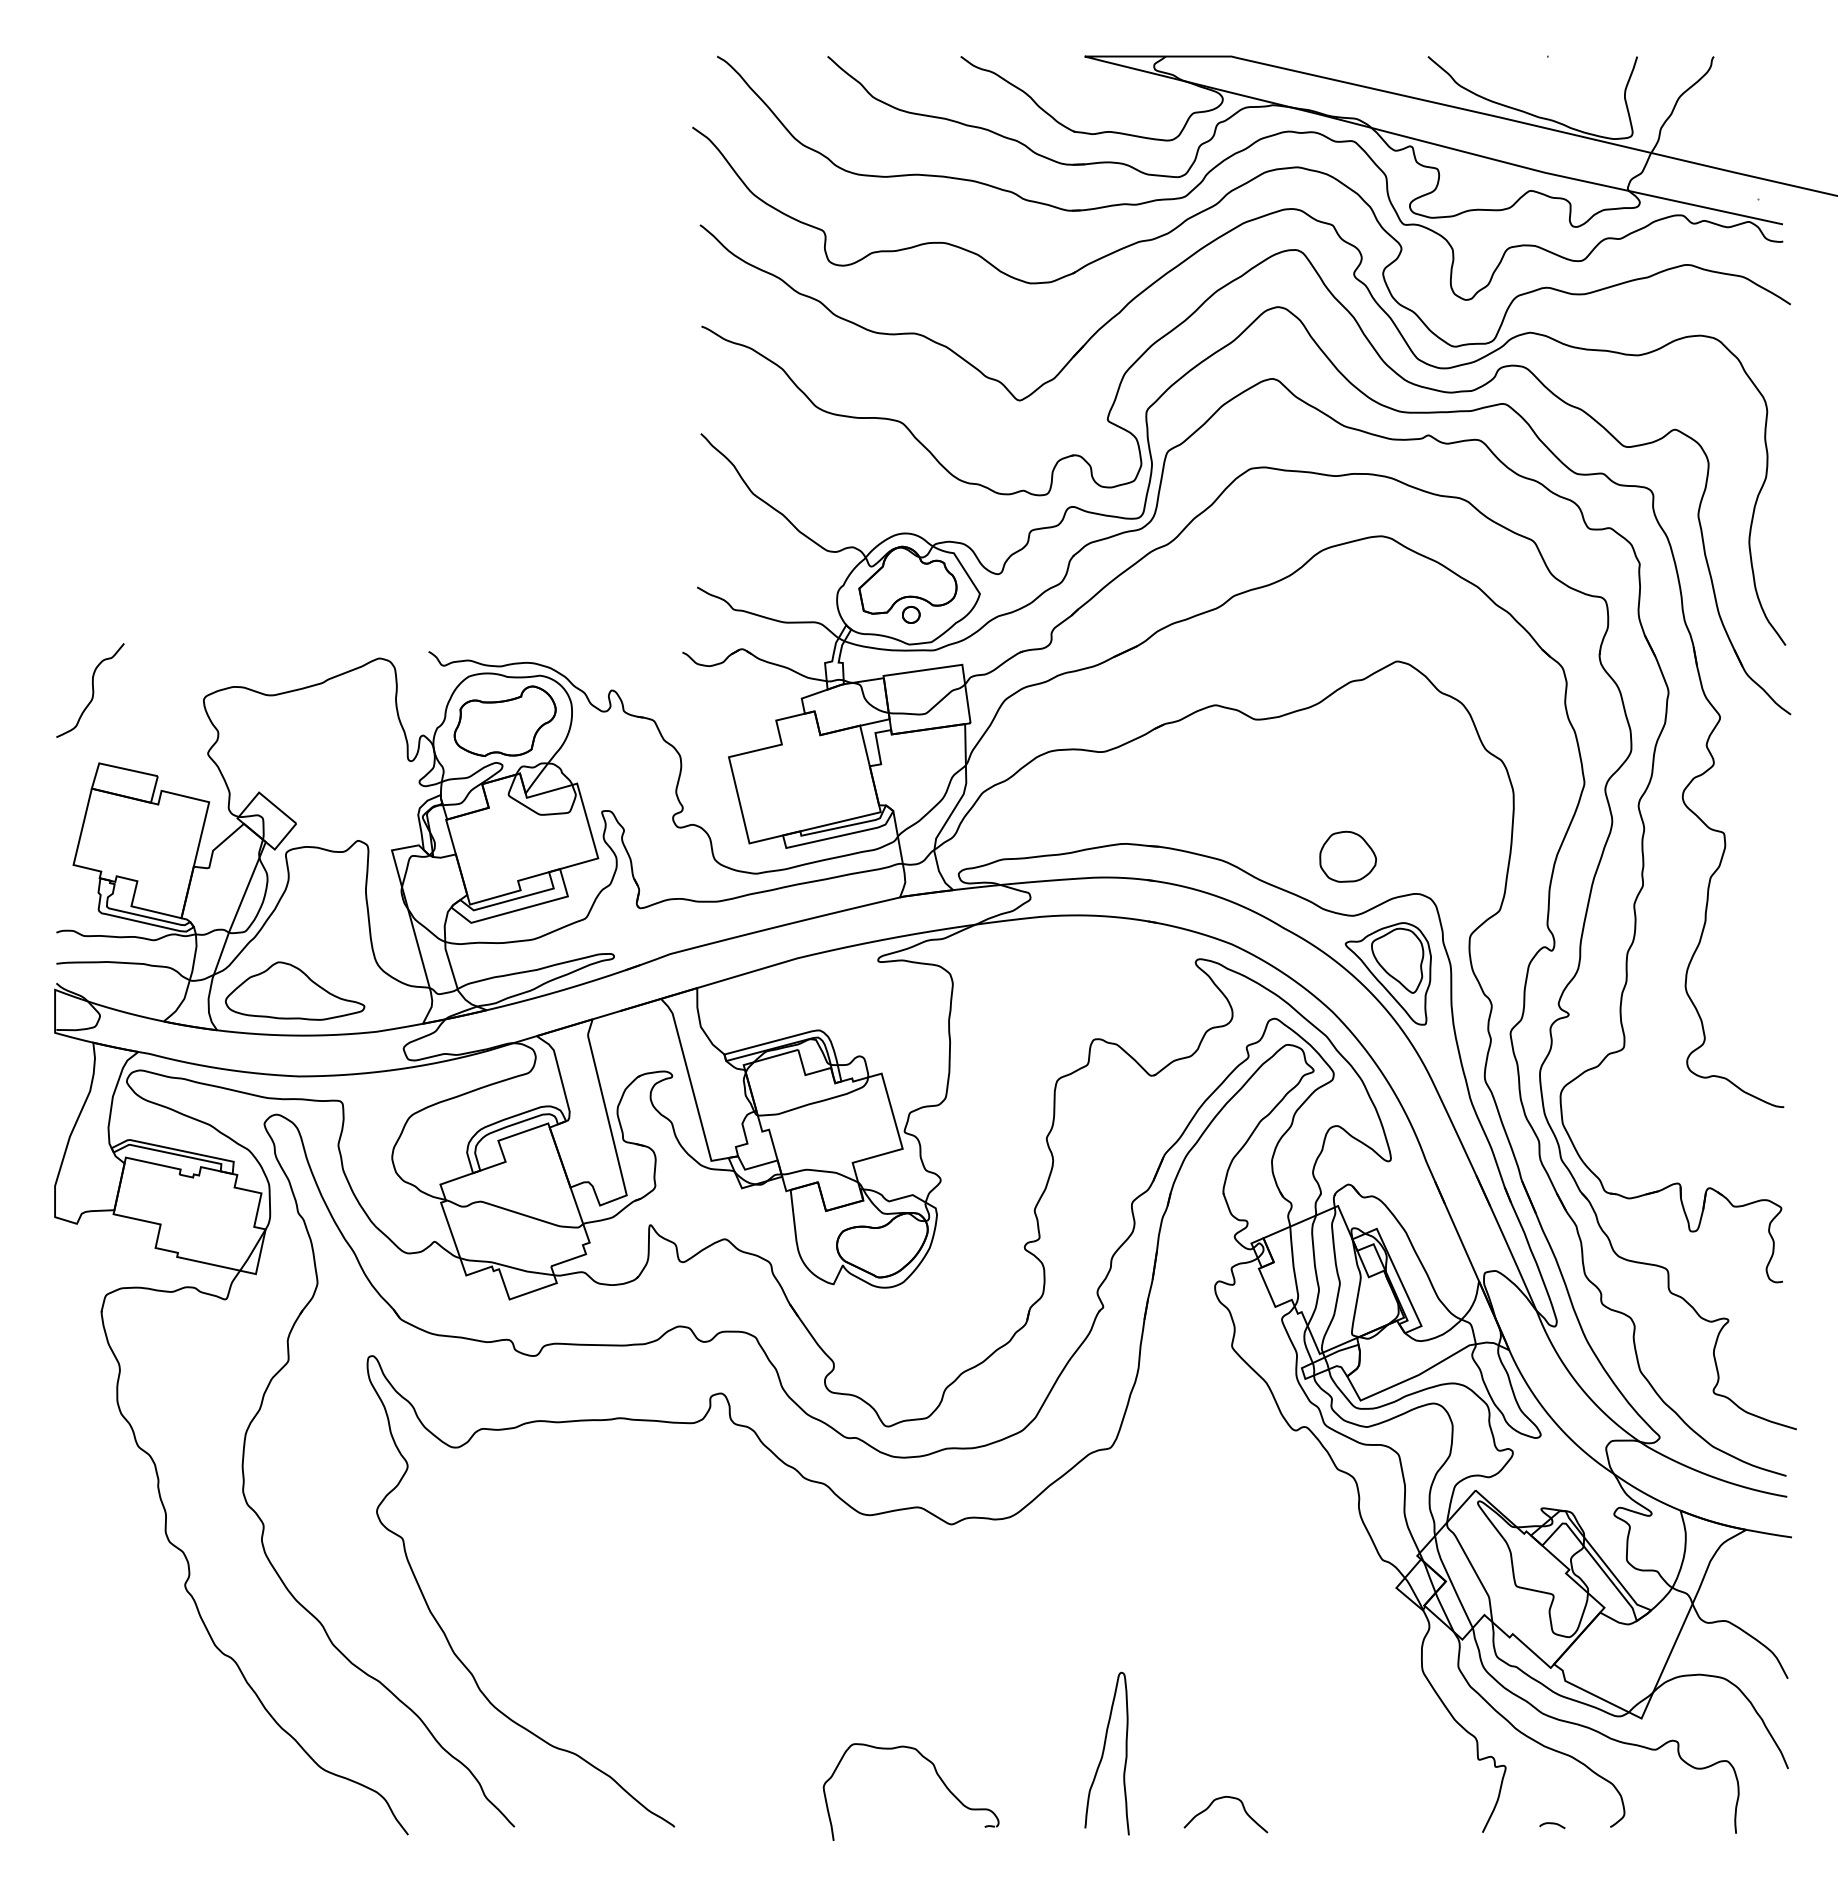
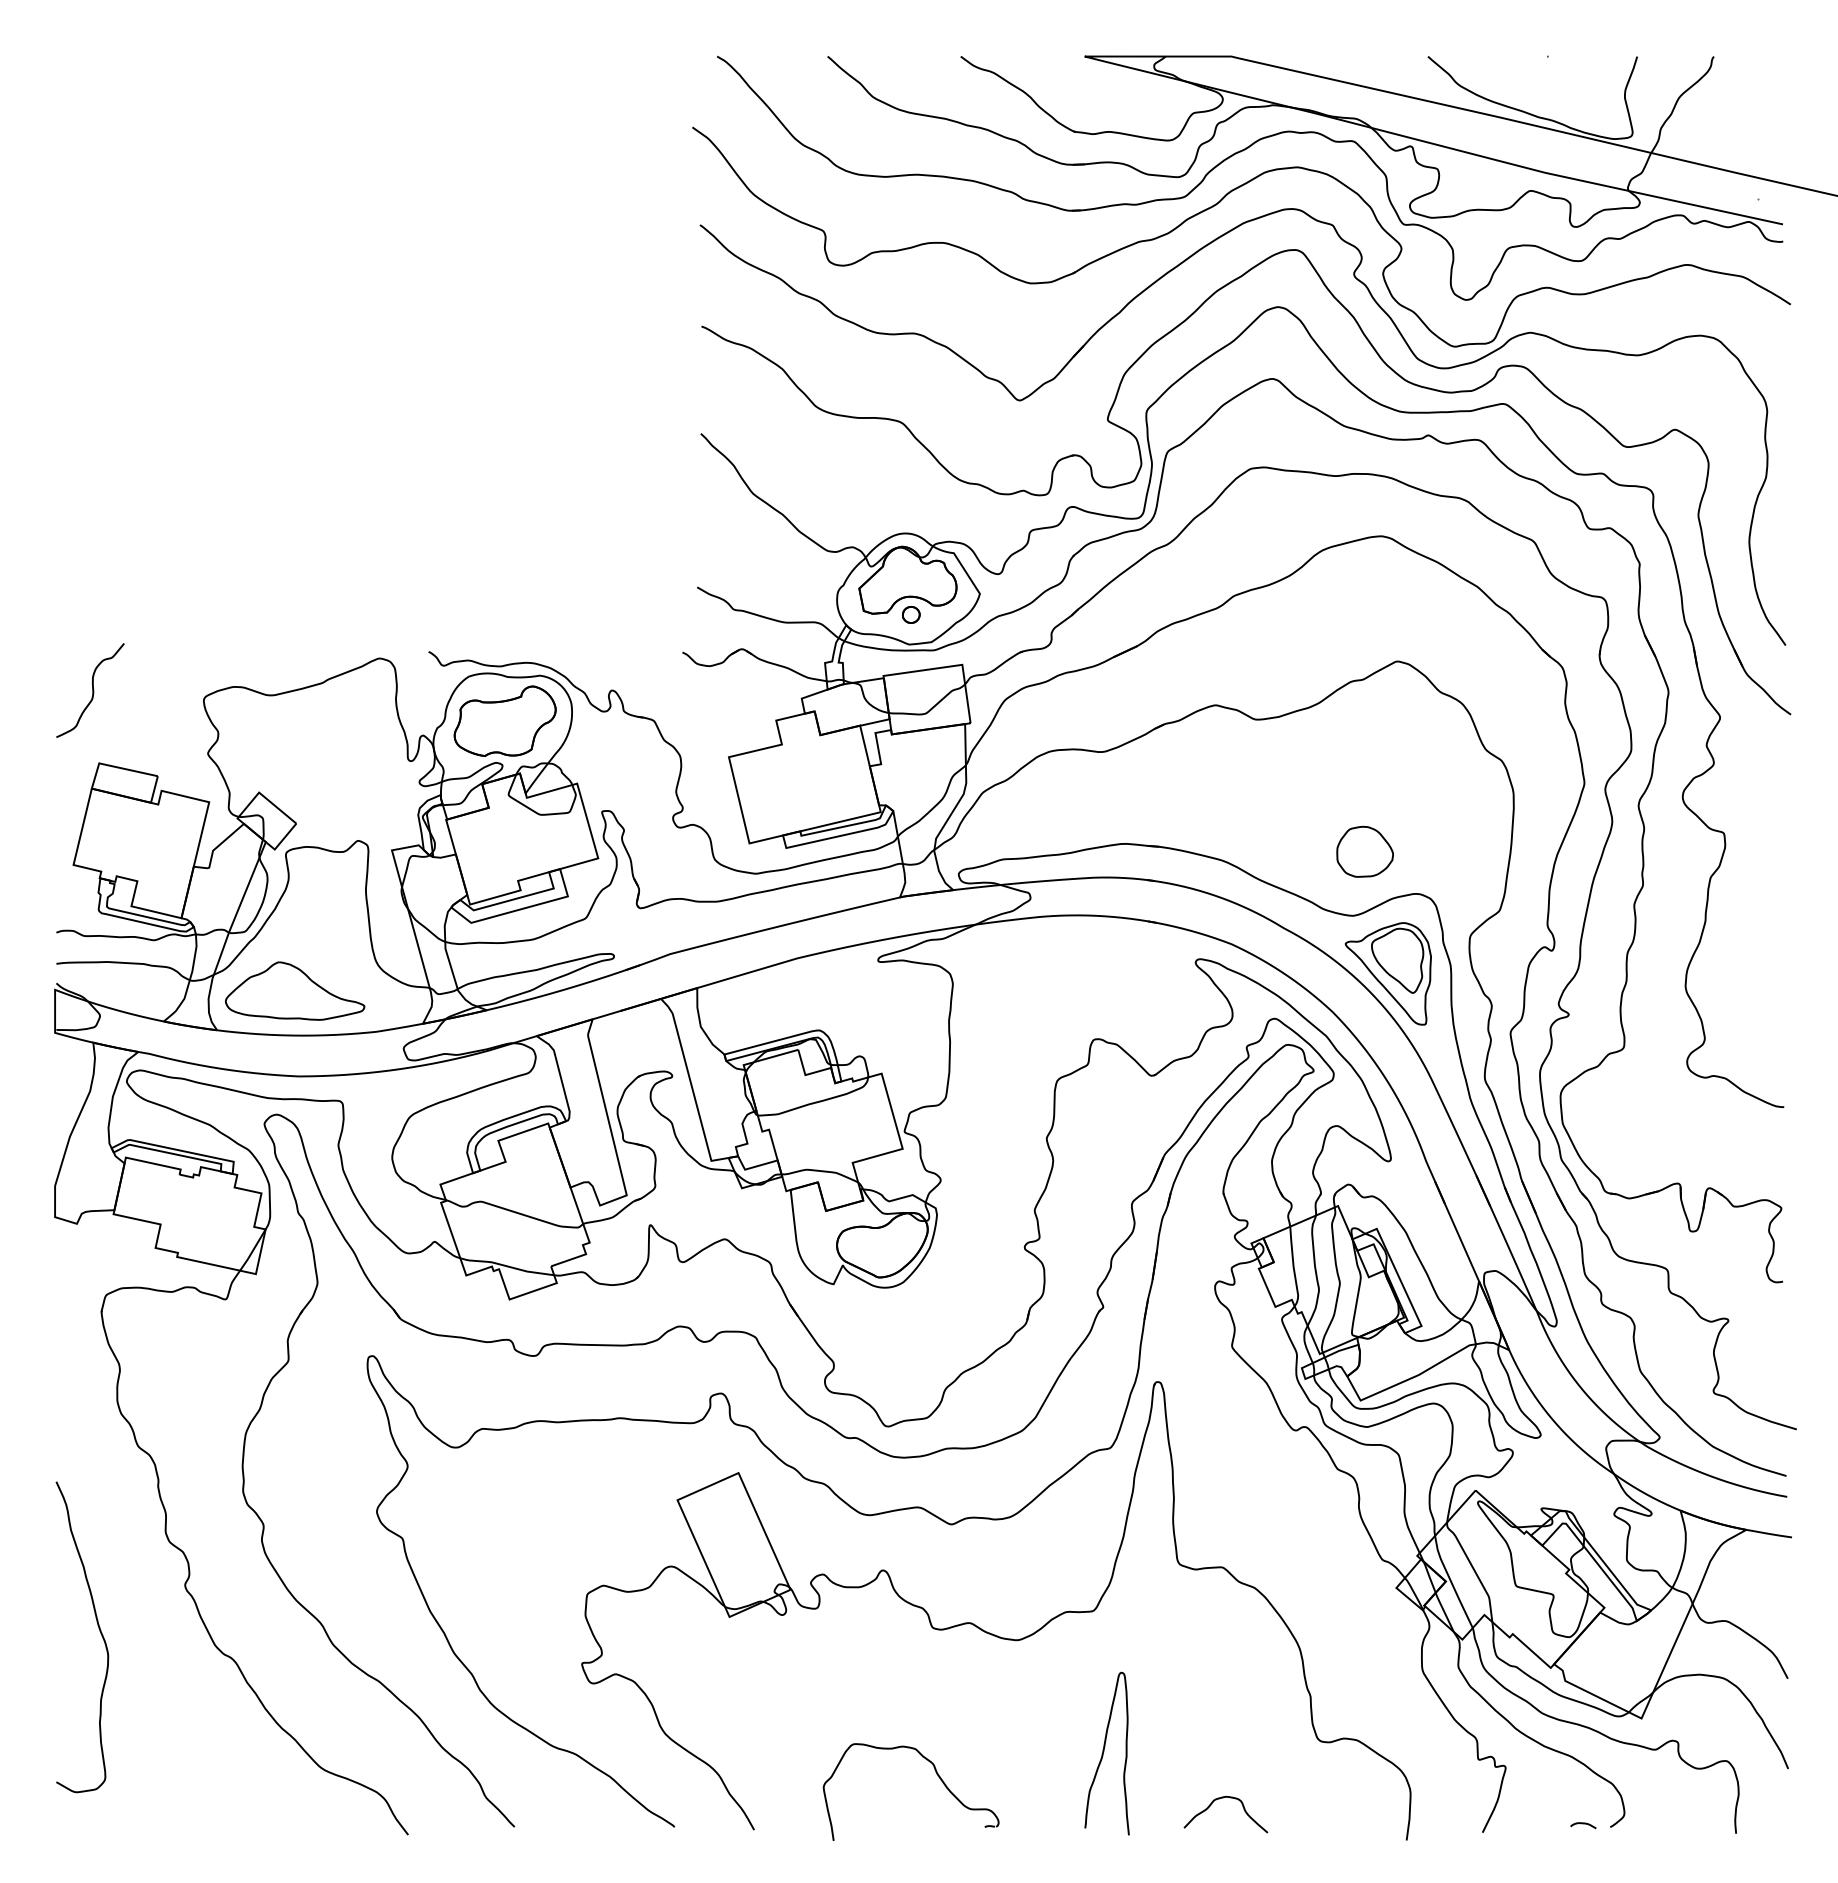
part at (1347, 856) position: (1347, 856) -> (1364, 851)
curve at (99, 1631): none -> present
part at (990, 1632): none -> present
curve at (1552, 1824) position: (1552, 1824) -> (1583, 1824)
